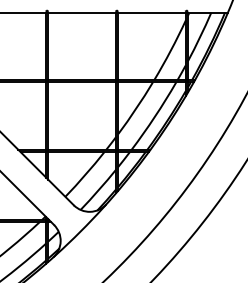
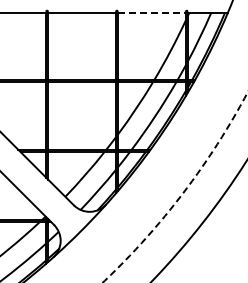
line at (151, 12): solid -> dashed
circle at (174, 187): solid -> dashed
